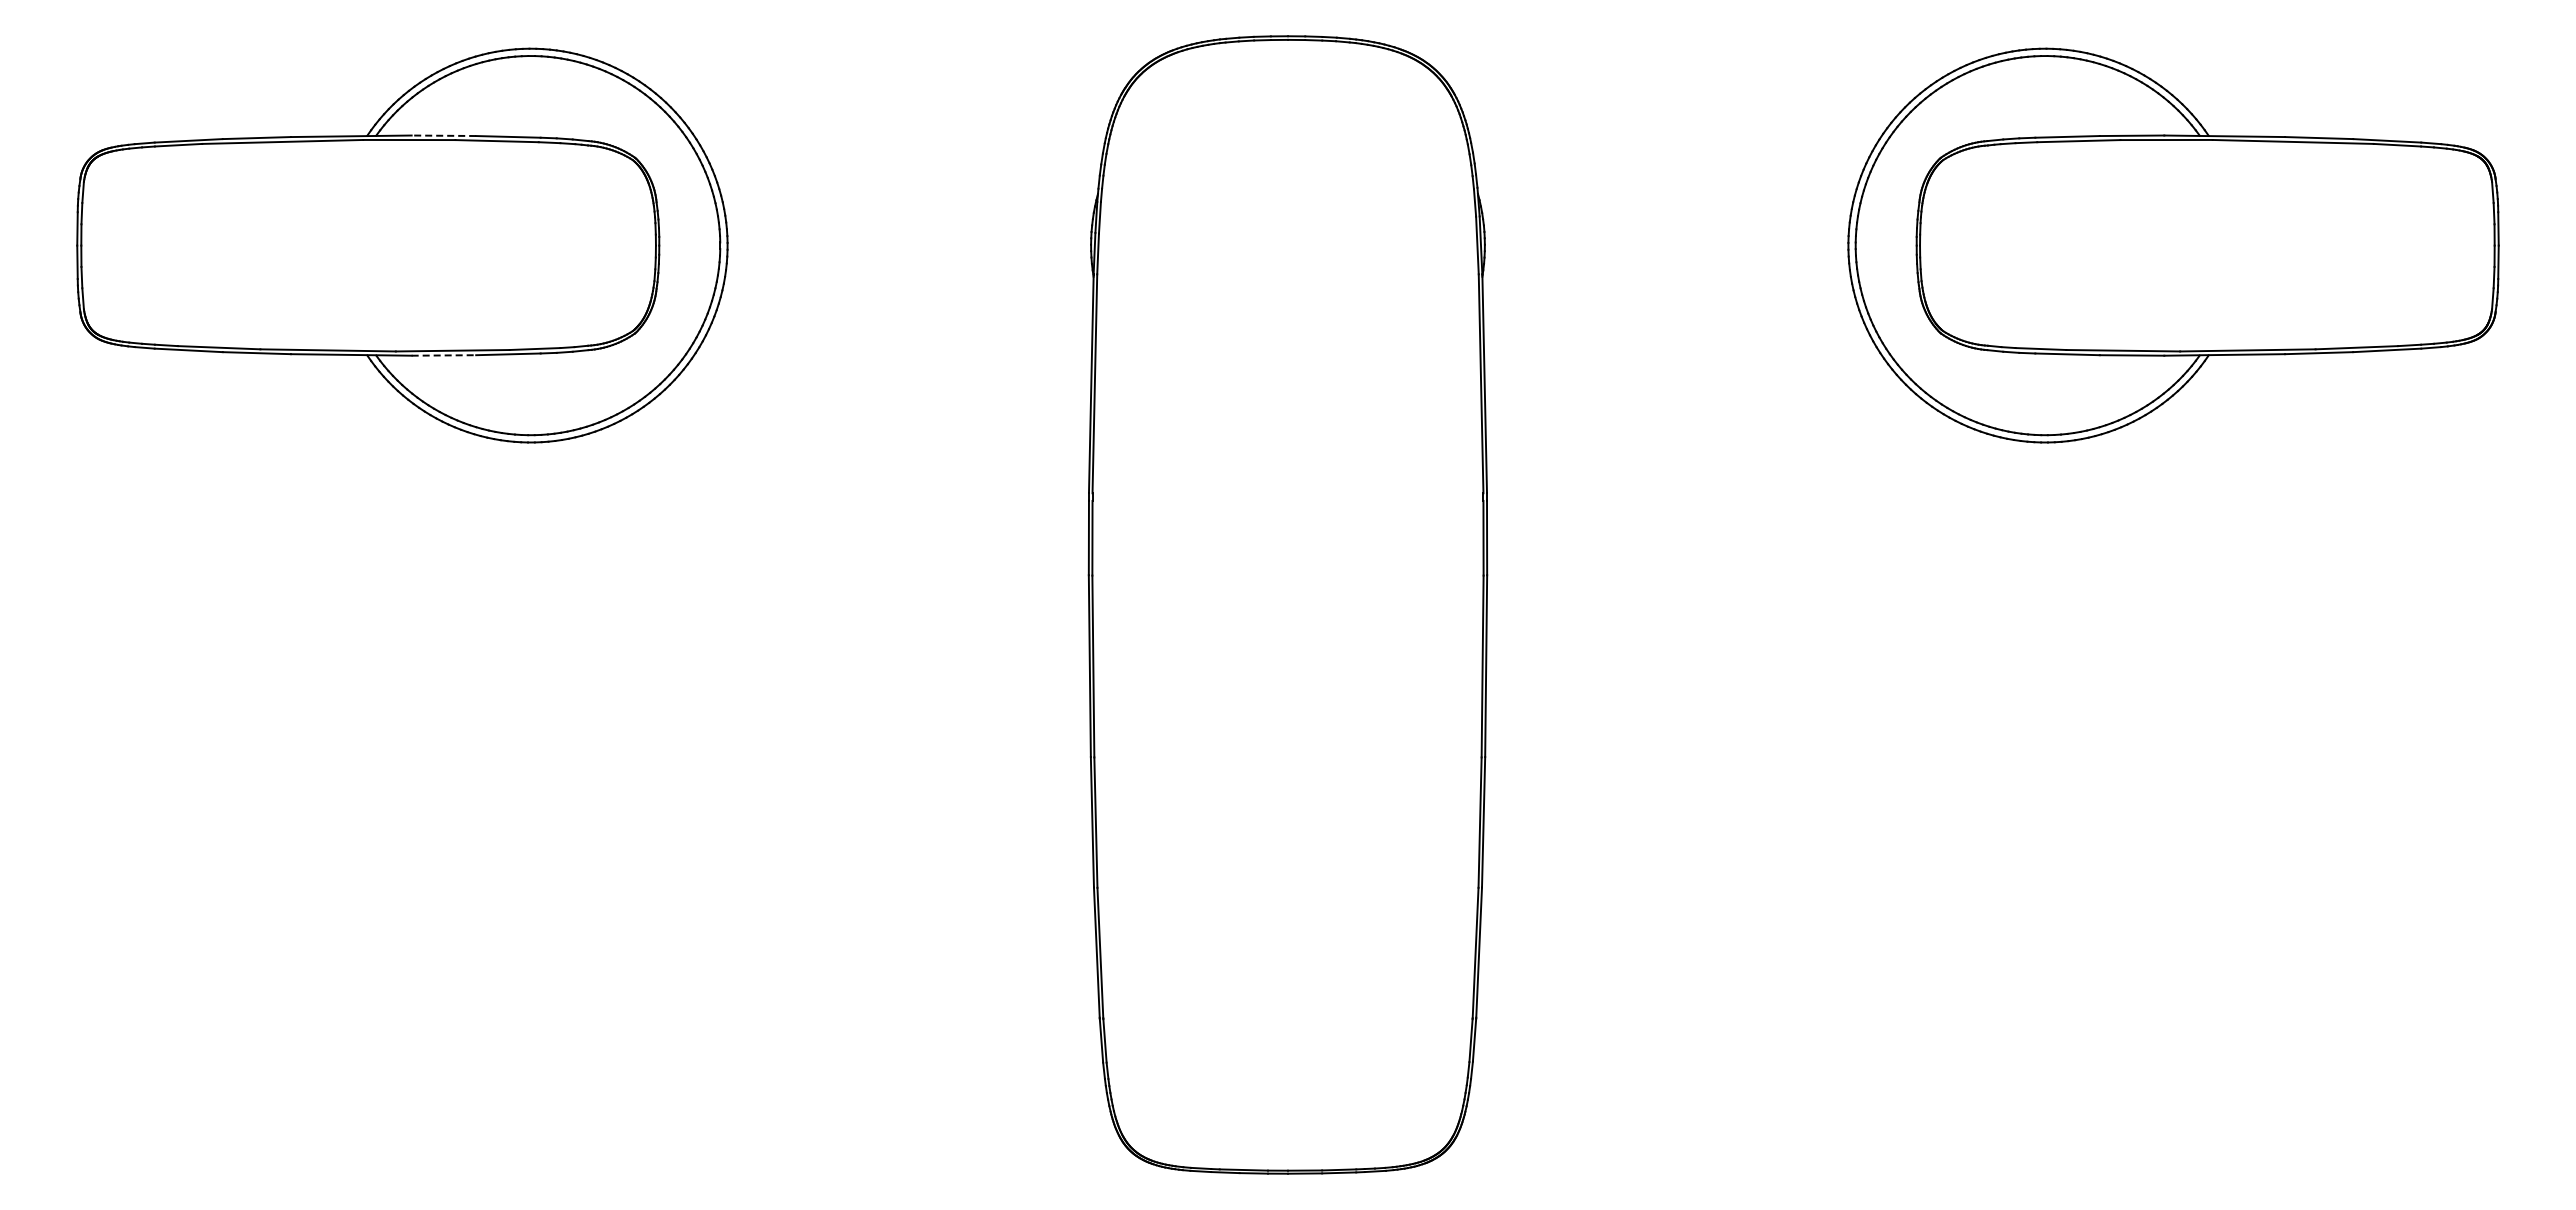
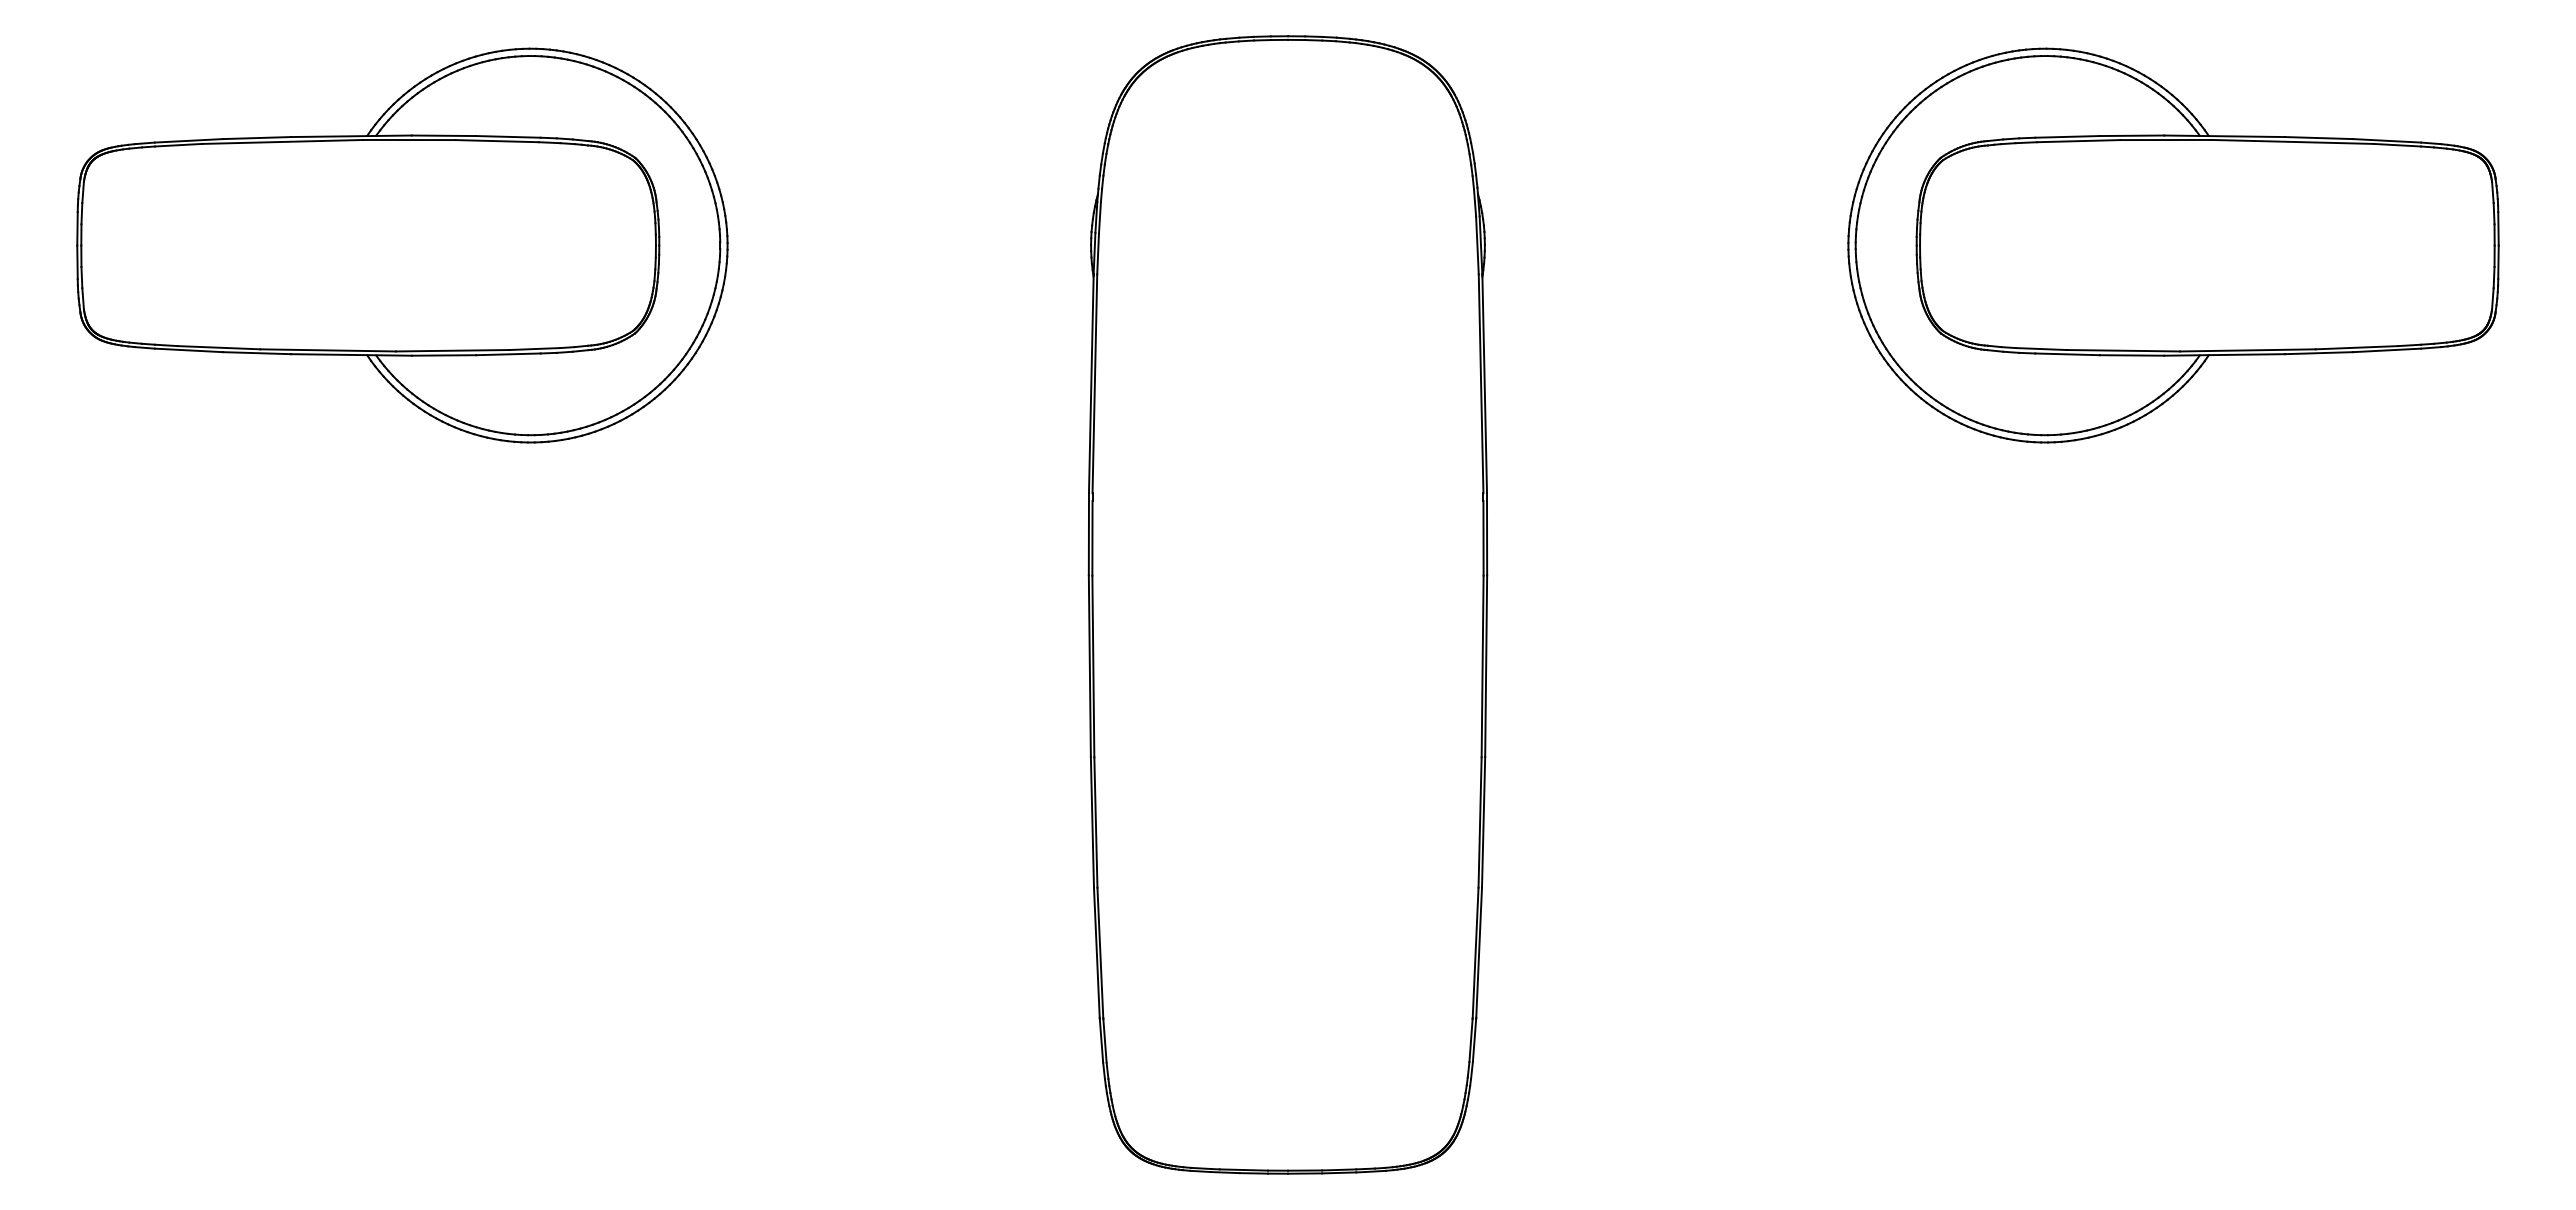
line at (443, 135): dashed -> solid
line at (444, 355): dashed -> solid
